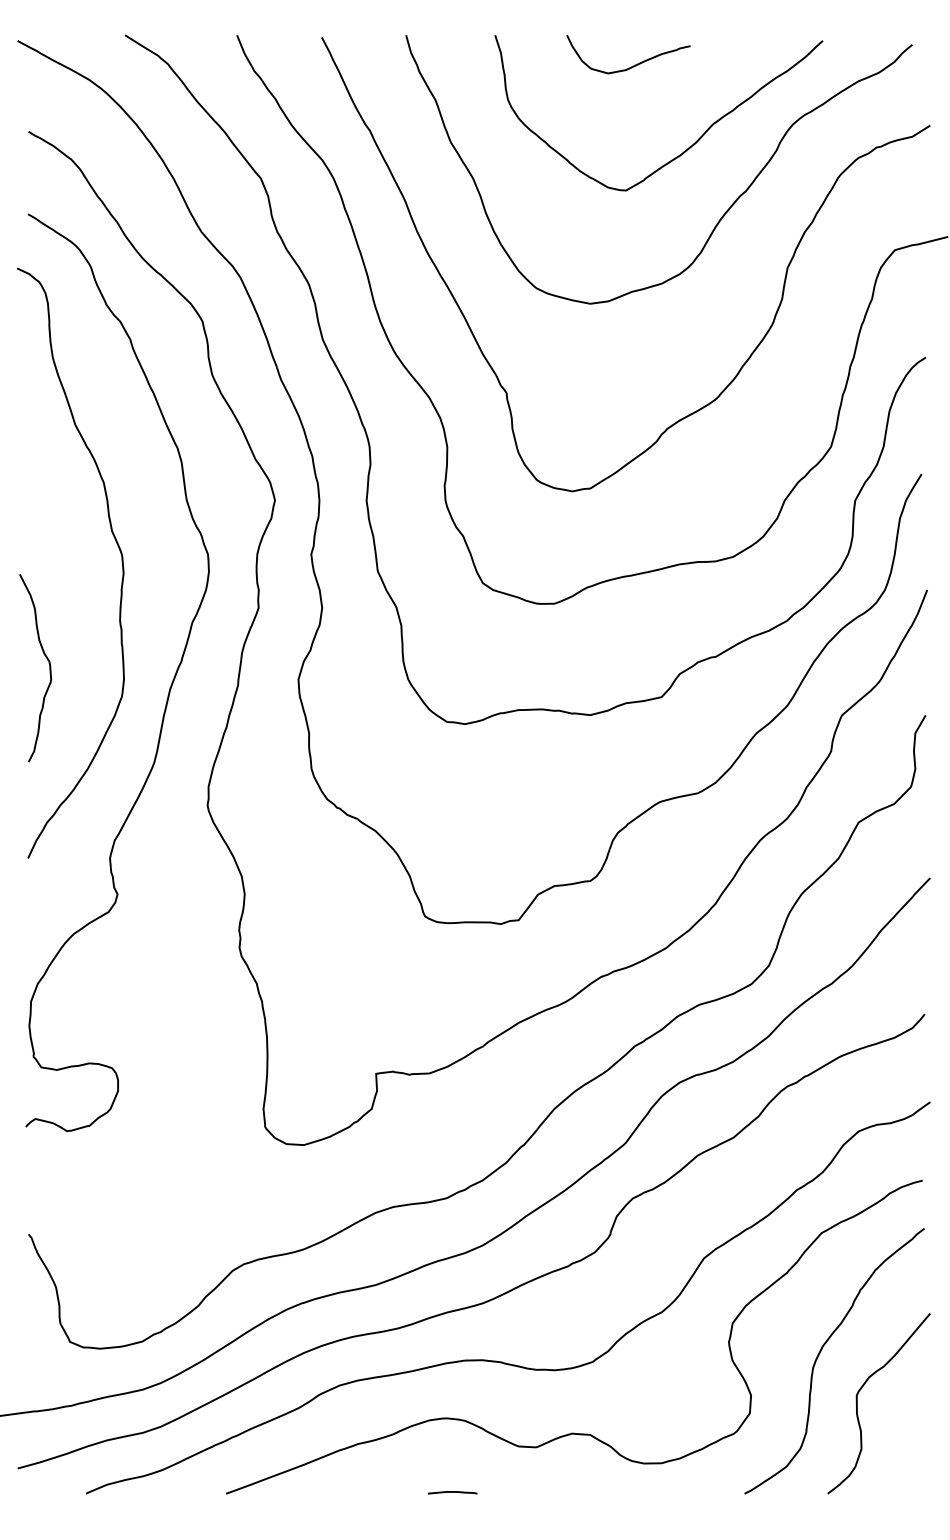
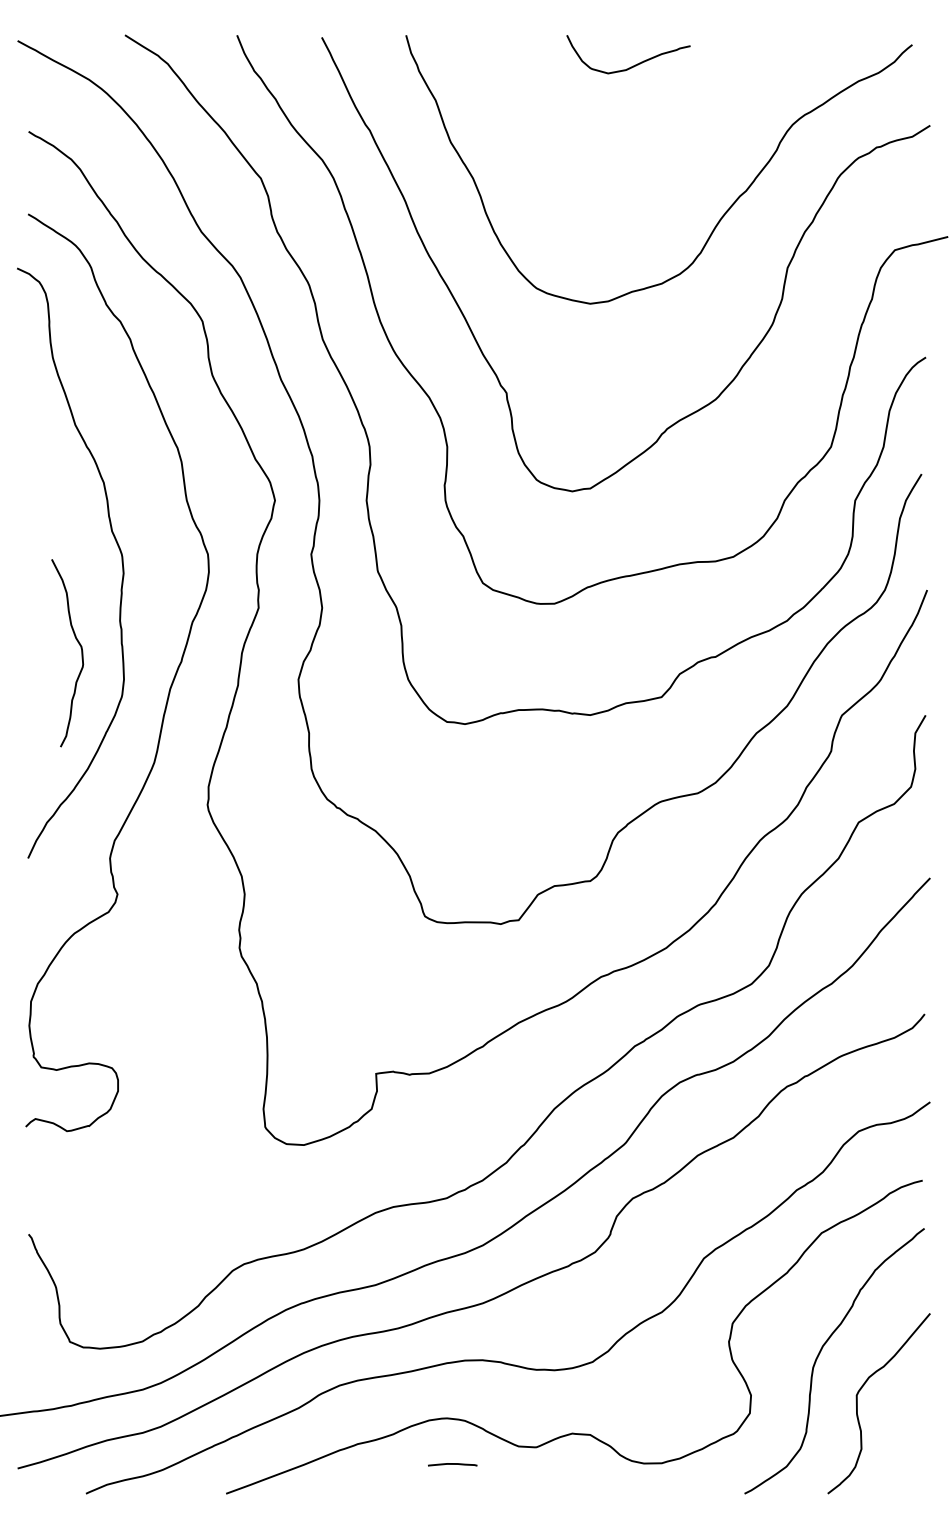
curve at (684, 150): present -> none
curve at (48, 663) position: (48, 663) -> (80, 648)
line at (452, 1492) position: (452, 1492) -> (452, 1464)
